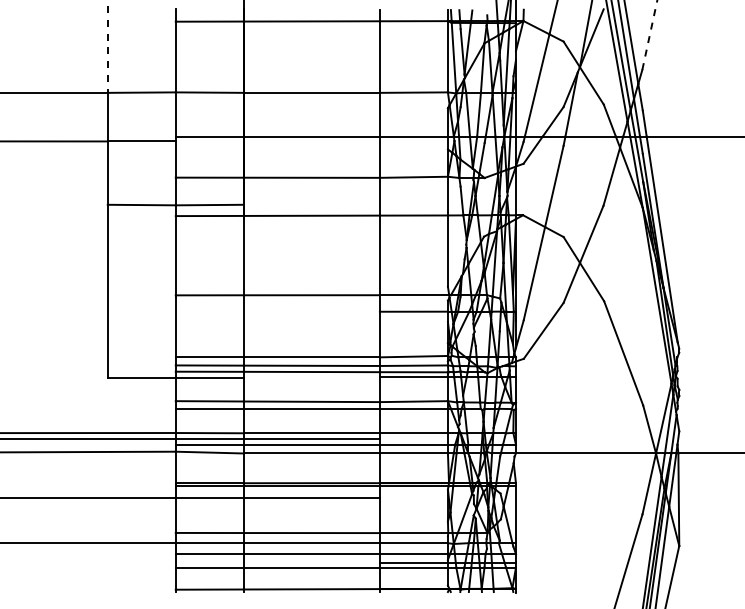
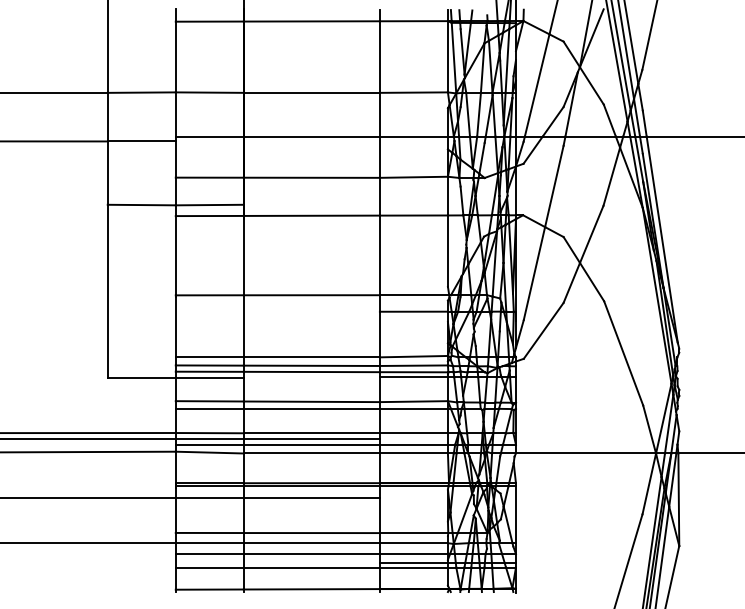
line at (649, 34): dashed -> solid
line at (107, 46): dashed -> solid
